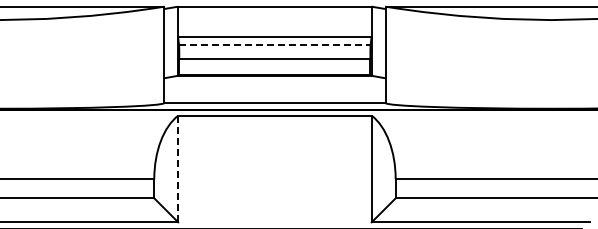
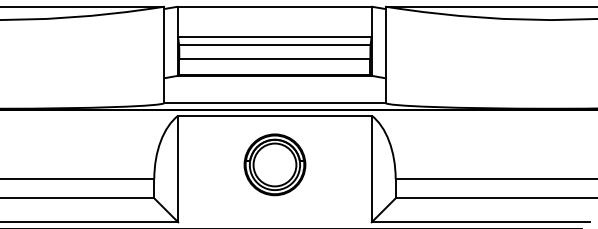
line at (274, 45): dashed -> solid
part at (274, 164): none -> present
line at (178, 169): dashed -> solid
